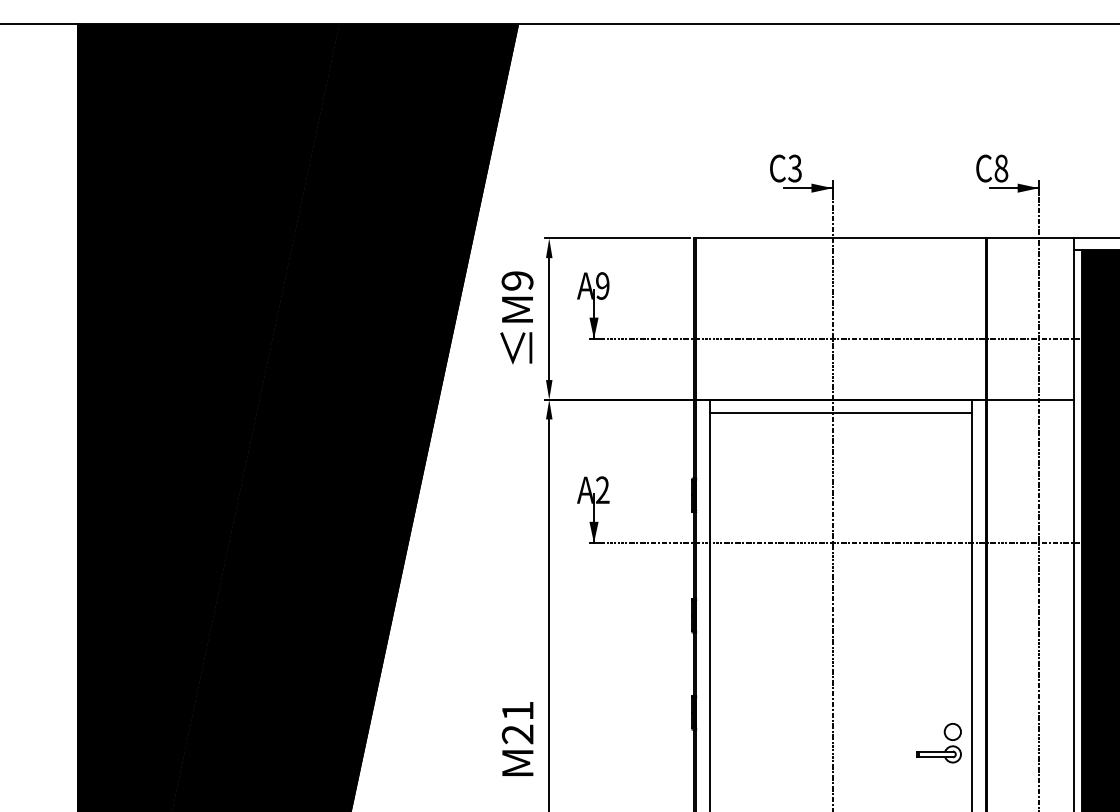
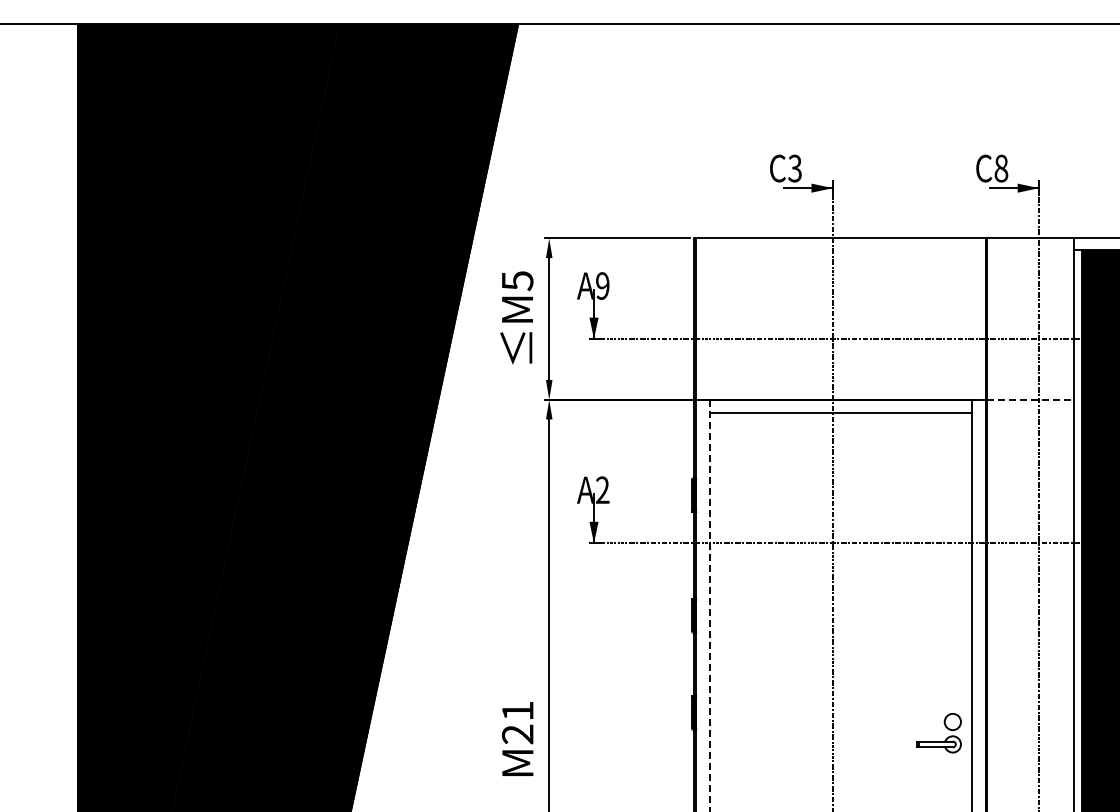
text at (517, 281): M9 -> M5
line at (1030, 399): solid -> dashed
line at (709, 605): solid -> dashed
part at (938, 751) position: (938, 751) -> (938, 741)
